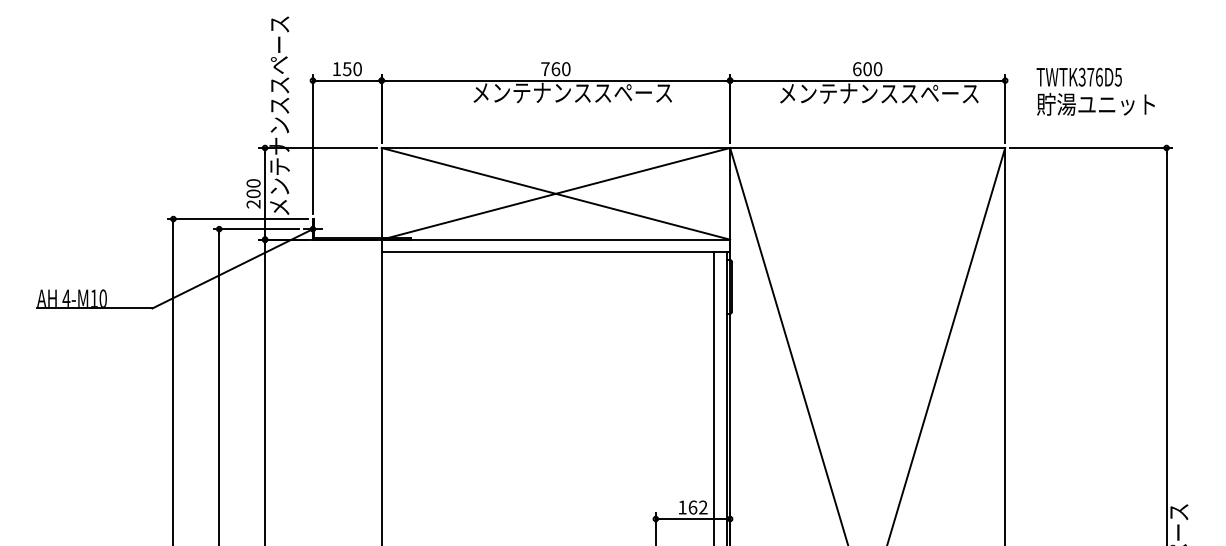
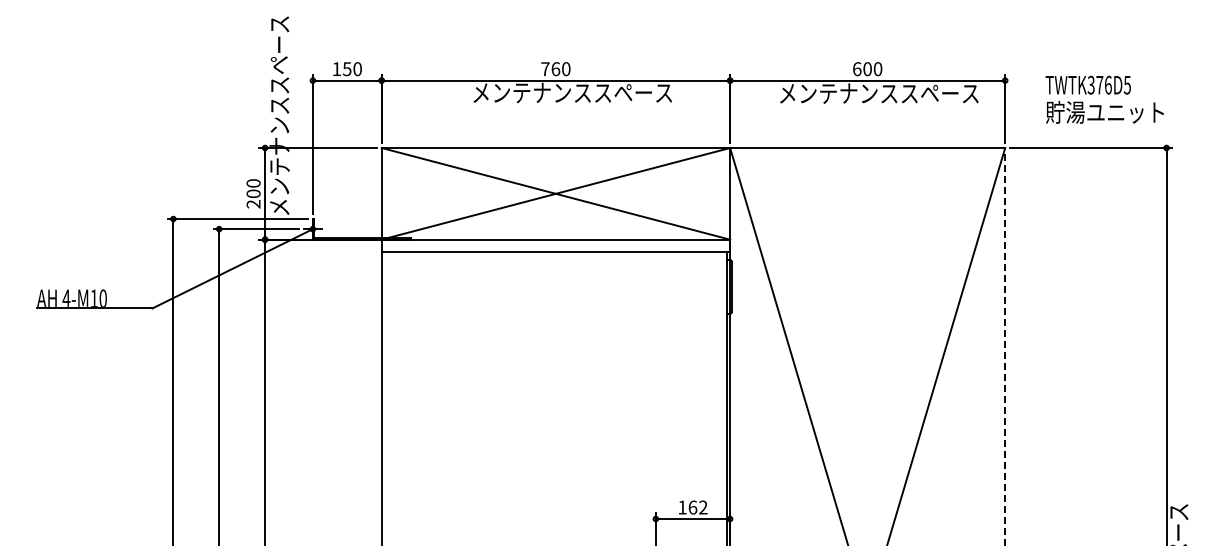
text at (1095, 91) position: (1095, 91) -> (1104, 99)
line at (1005, 346): solid -> dashed
line at (713, 396): present -> none
